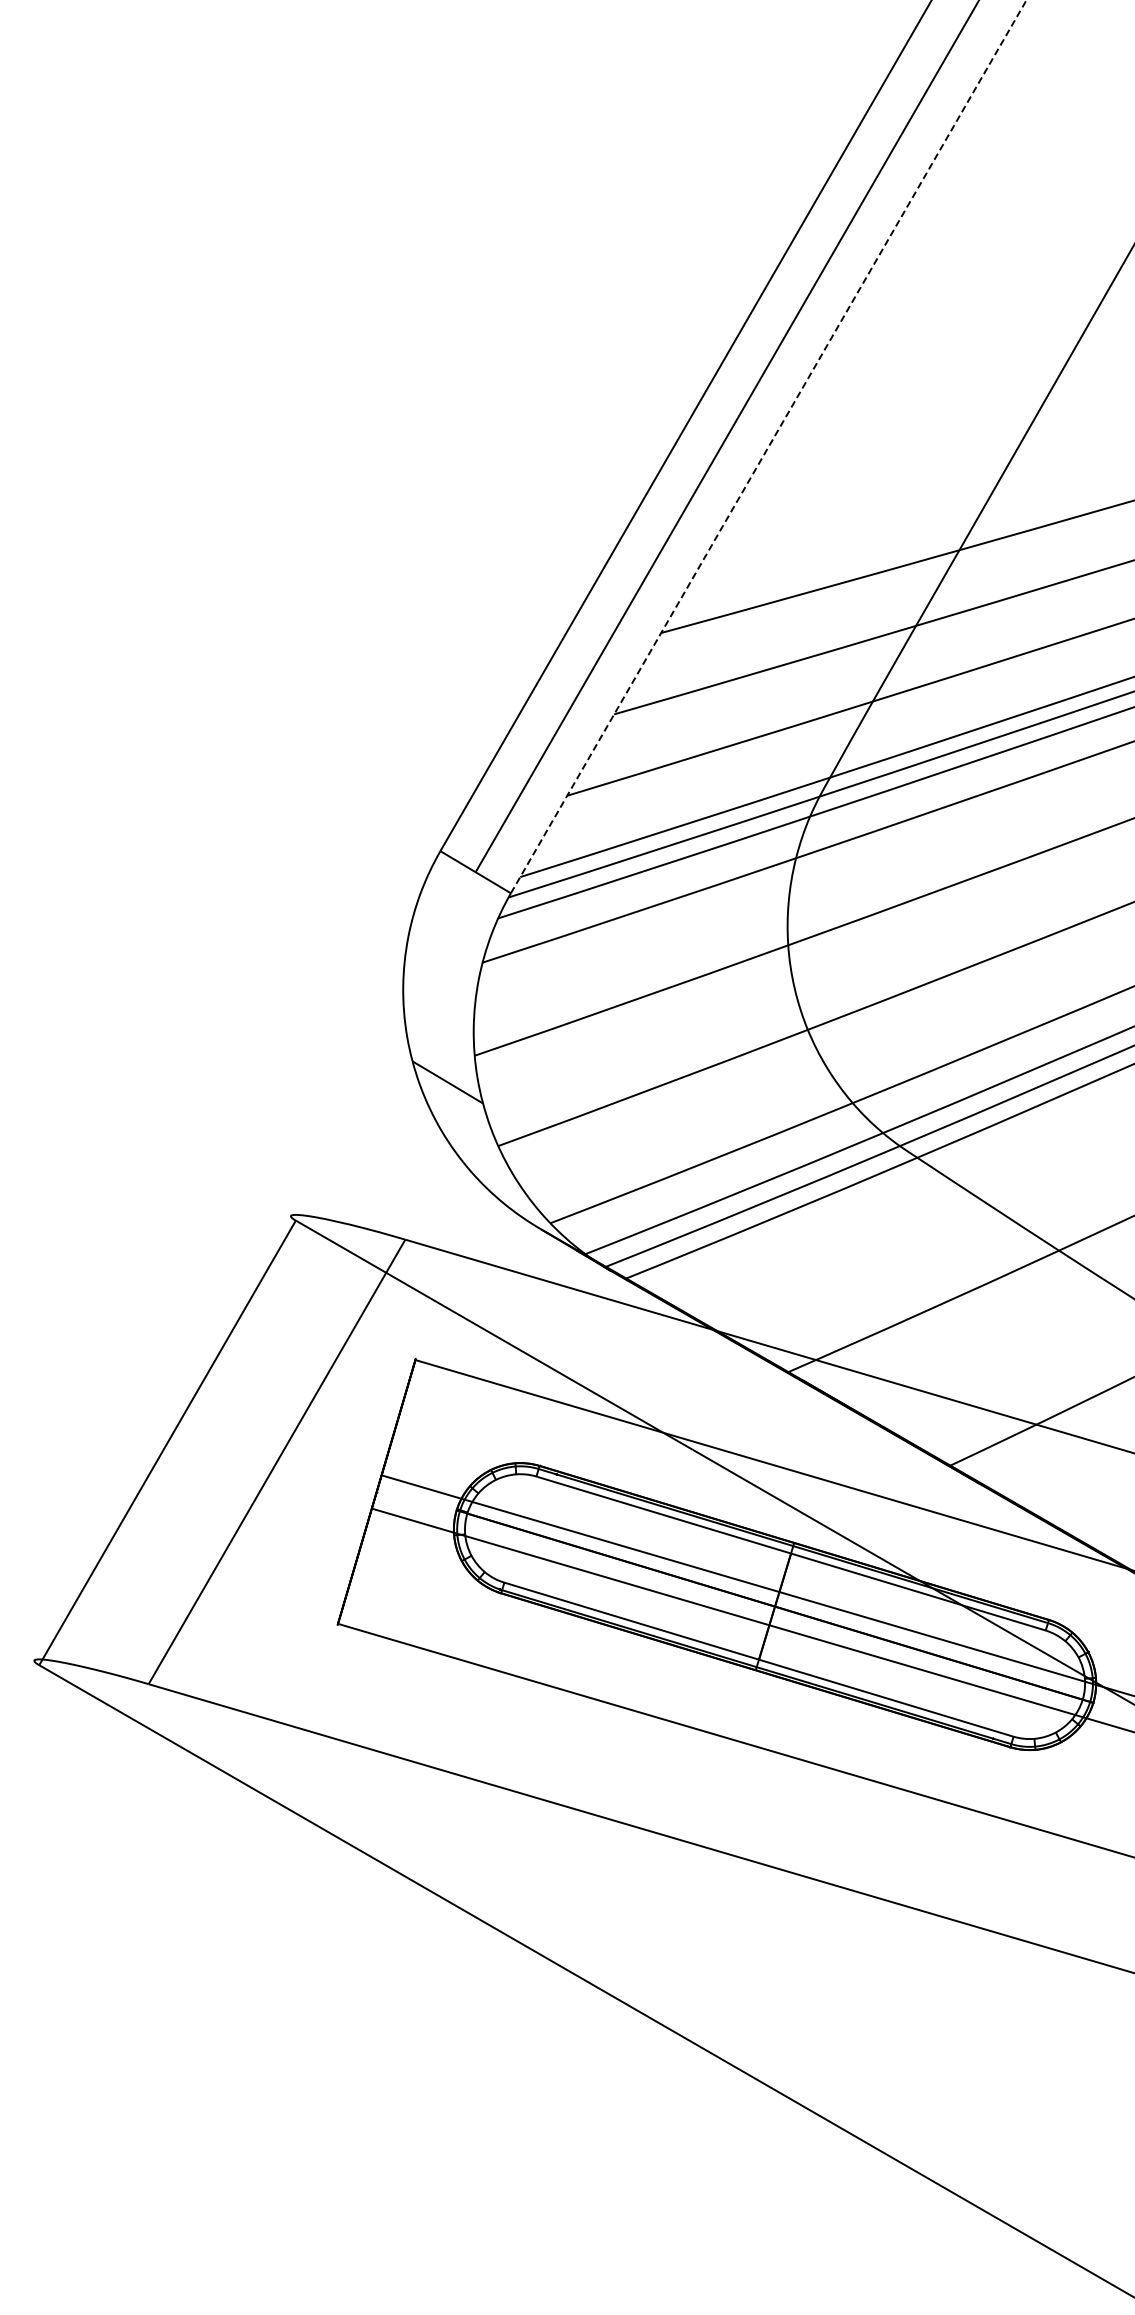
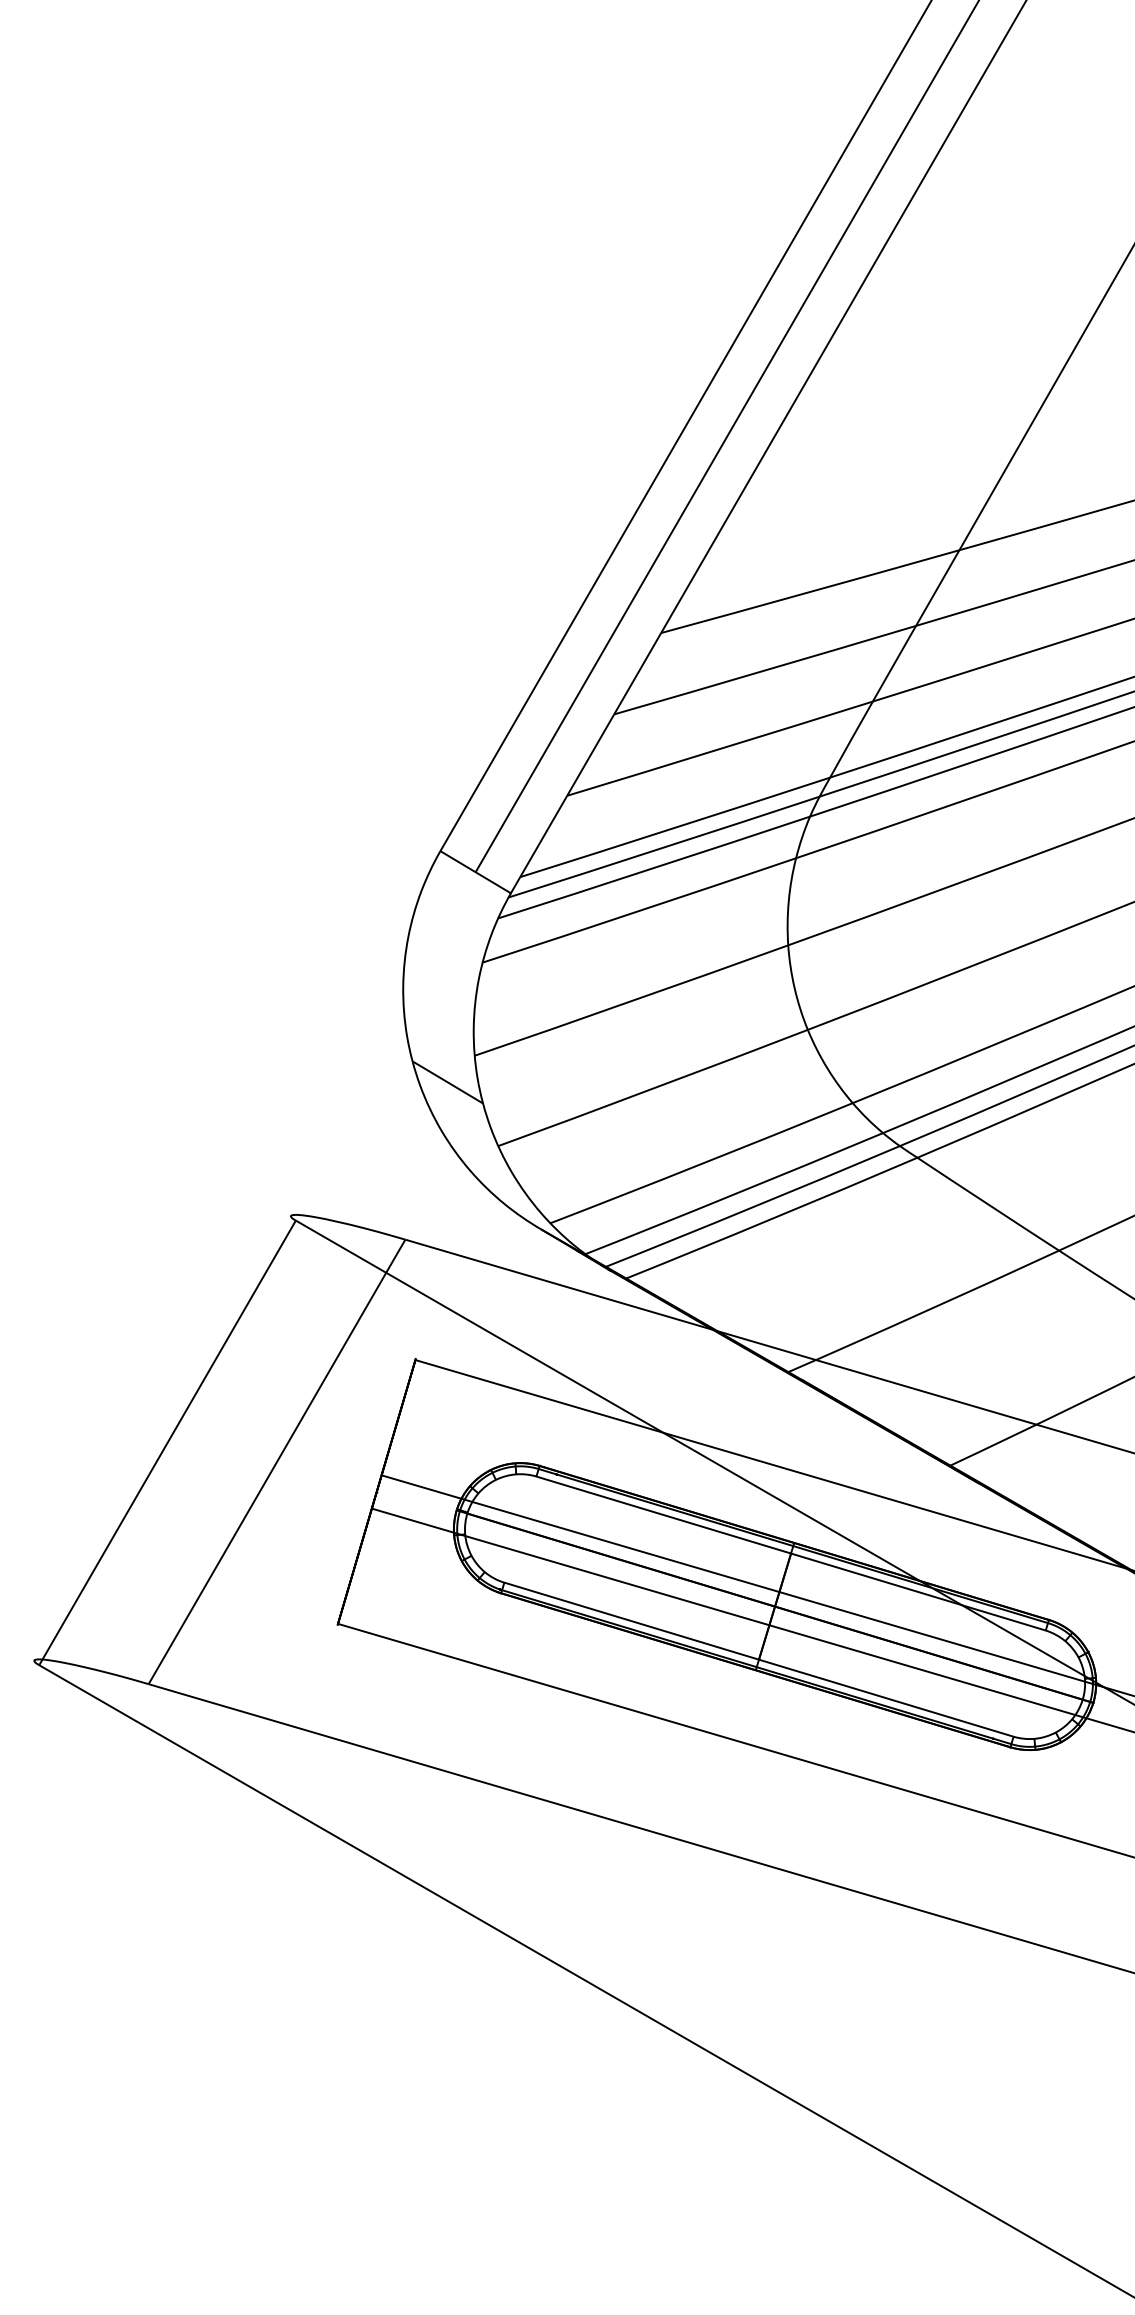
line at (768, 446): dashed -> solid
